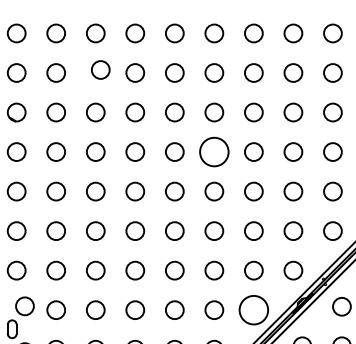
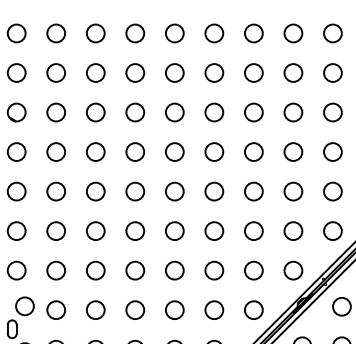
circle at (100, 69) position: (100, 69) -> (95, 72)
circle at (214, 151) diameter: 29 px -> 18 px
circle at (253, 309) diameter: 29 px -> 18 px
